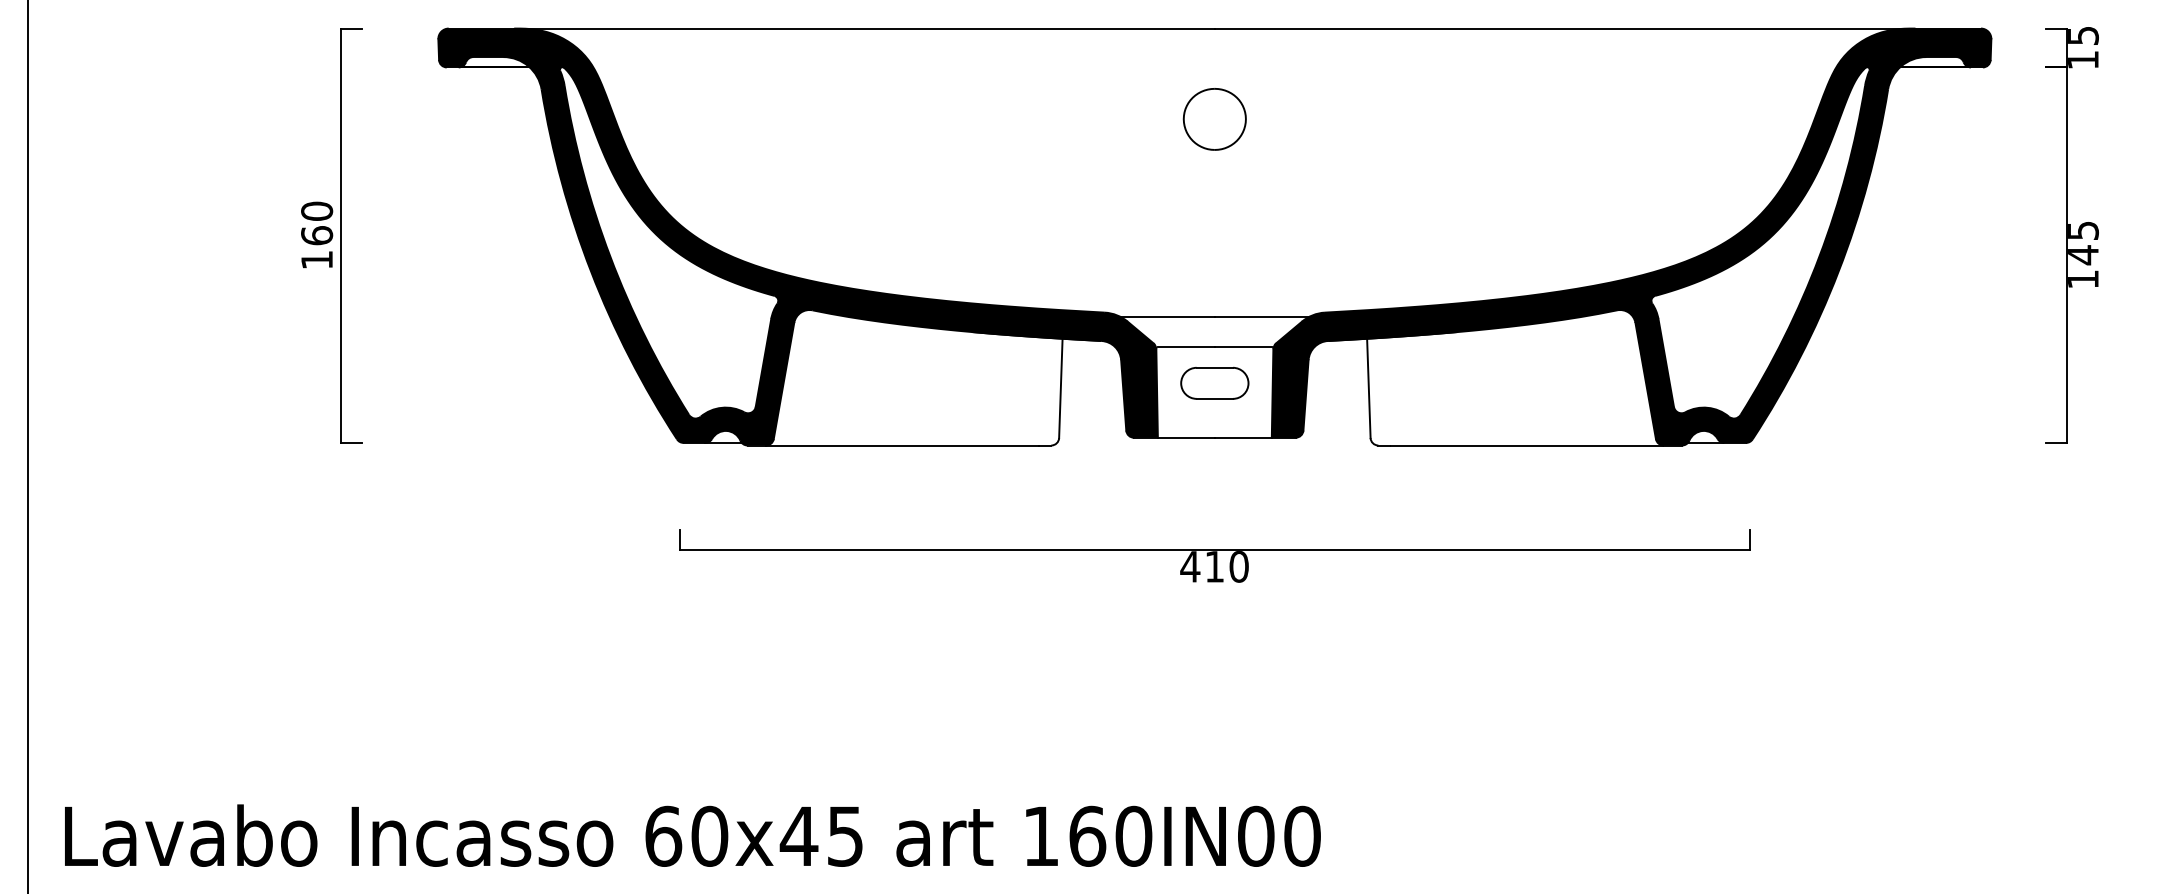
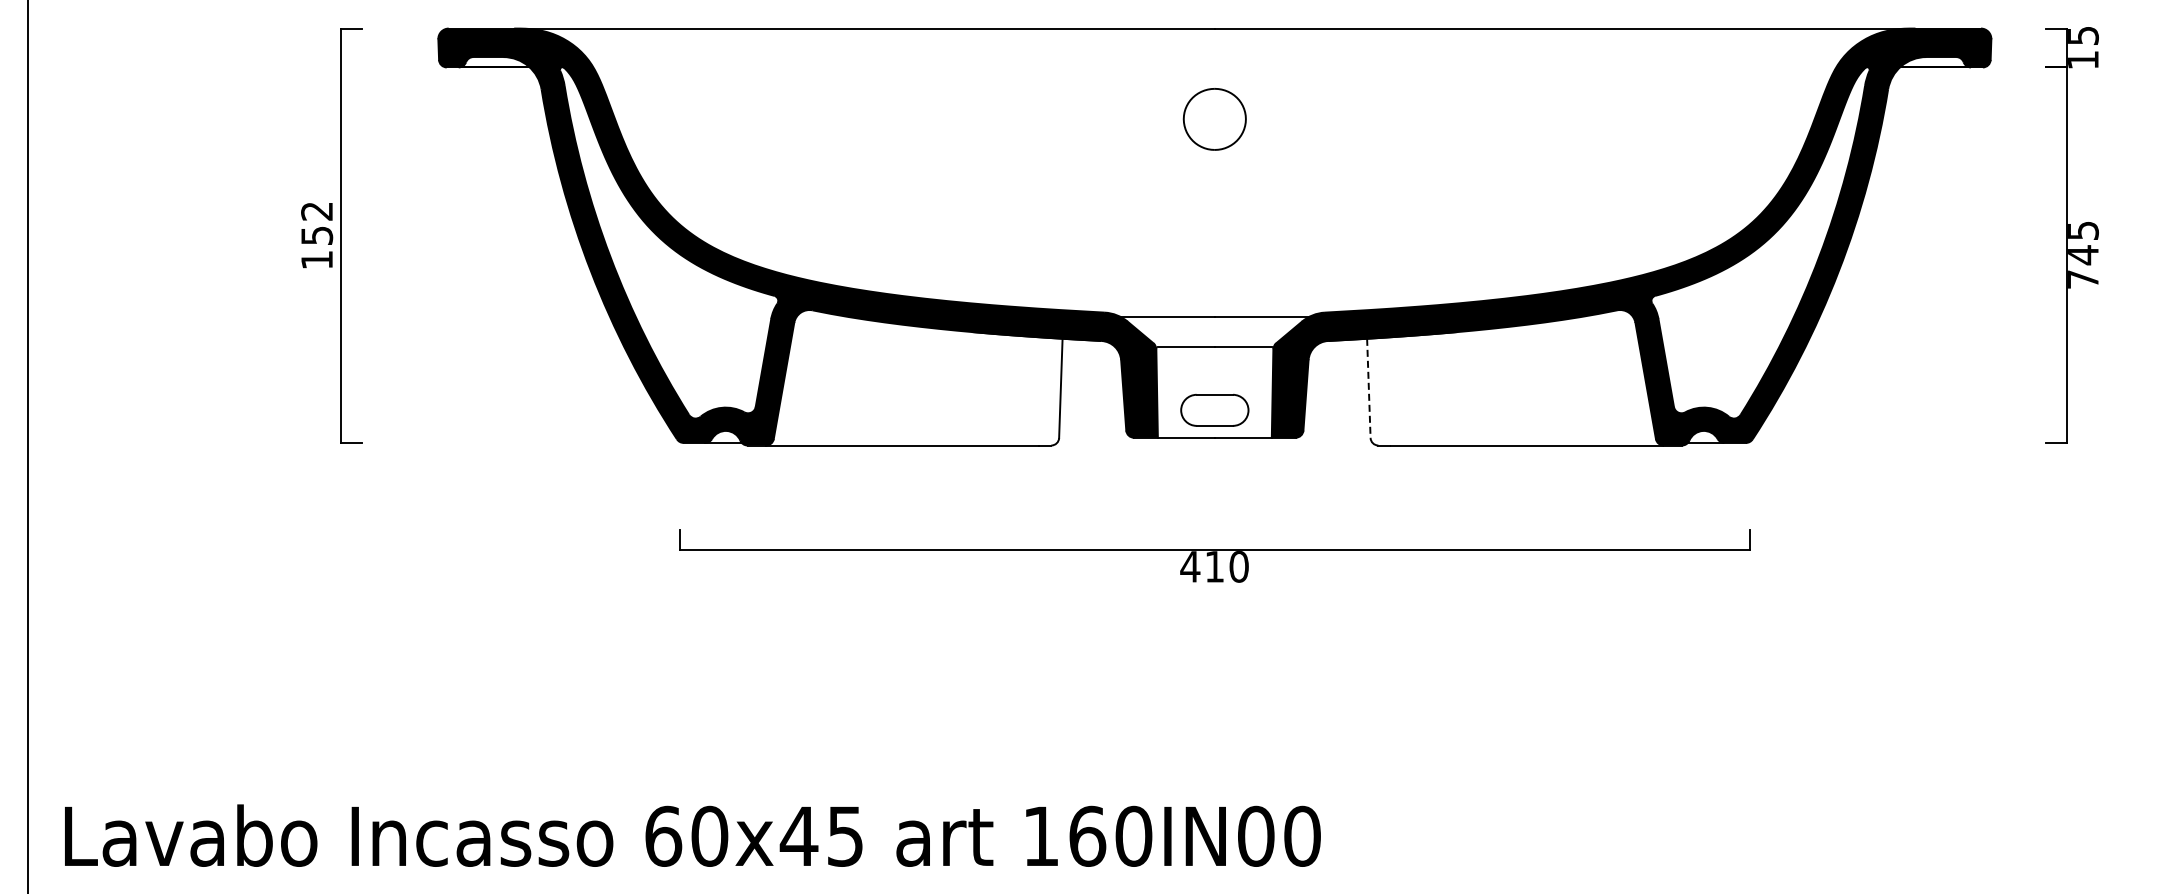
text at (317, 223): 160 -> 152
text at (2083, 279): 145 -> 745
part at (1214, 382) position: (1214, 382) -> (1214, 409)
line at (1368, 388): solid -> dashed
